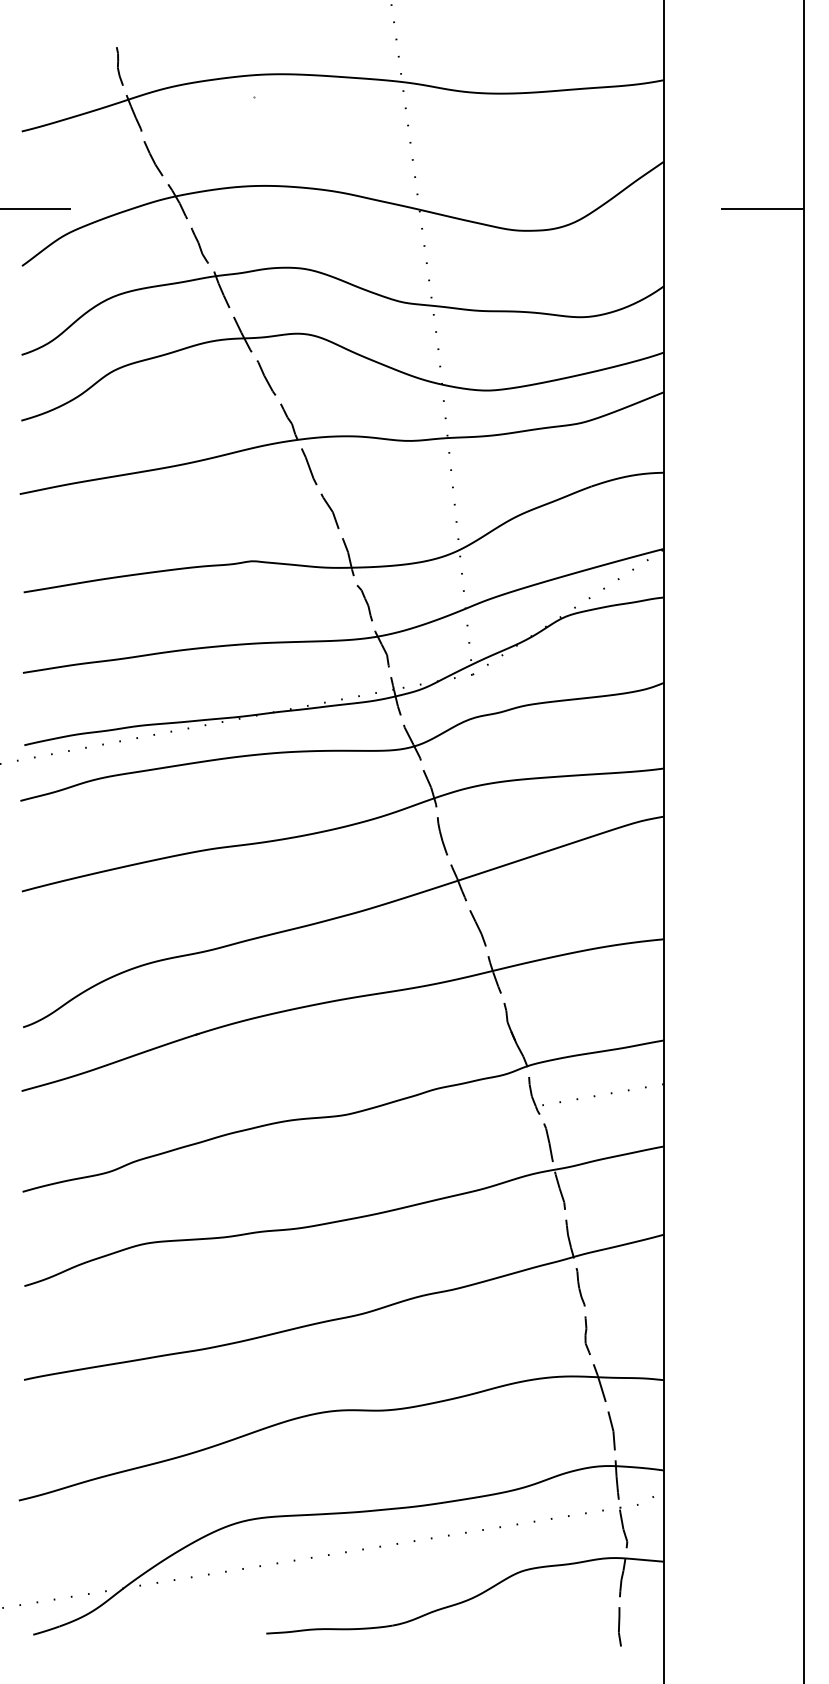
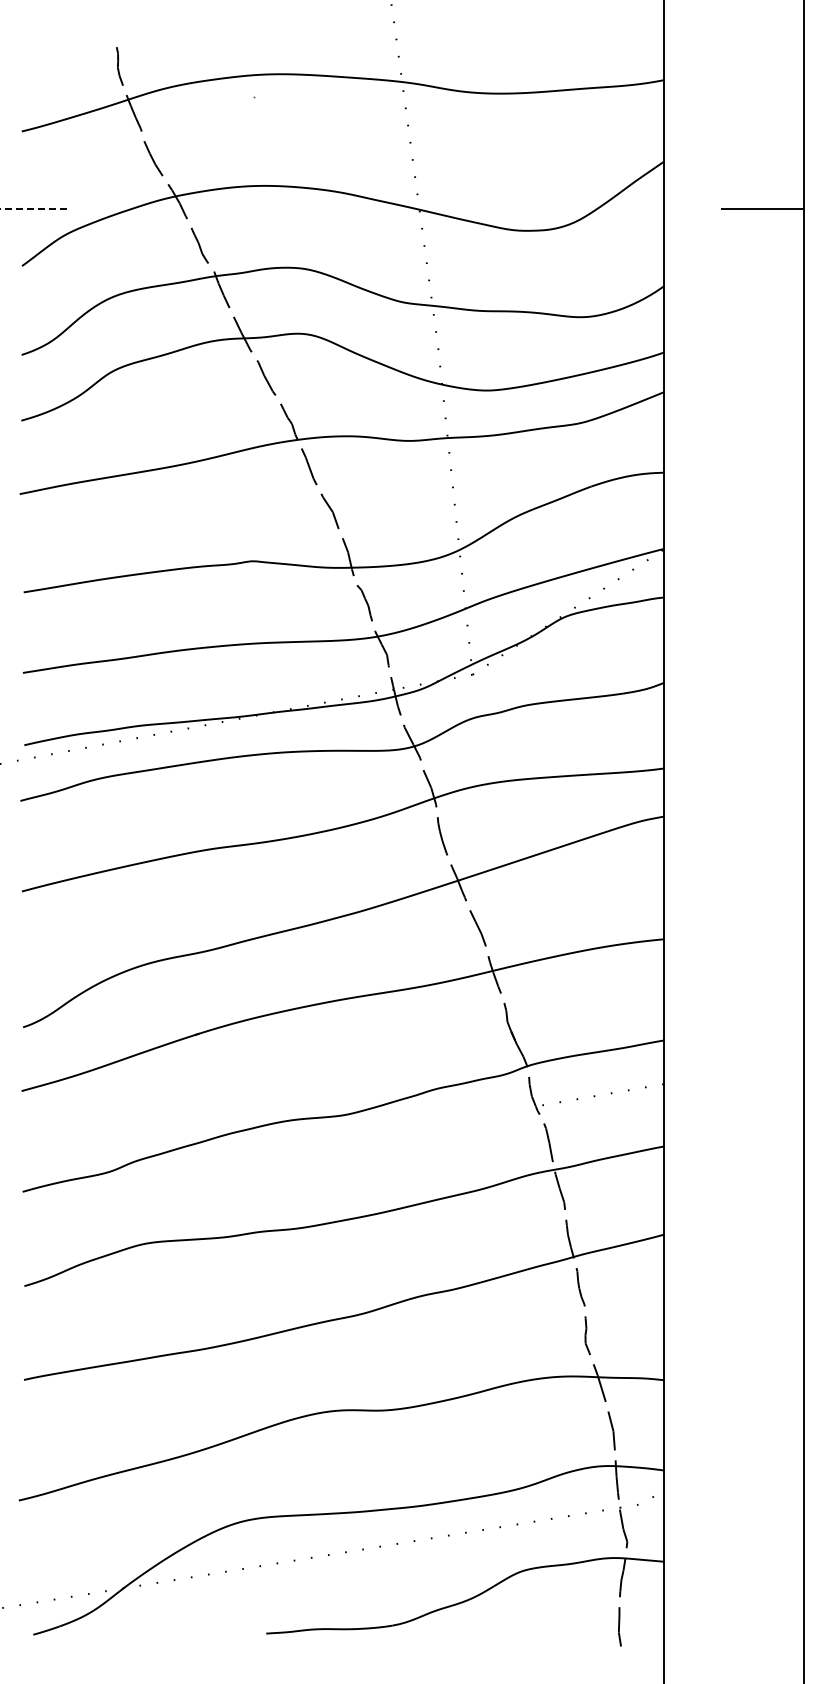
line at (36, 209): solid -> dashed
